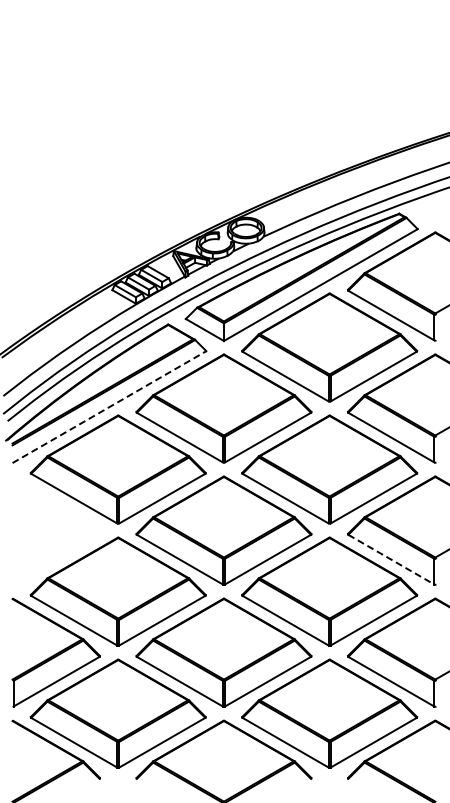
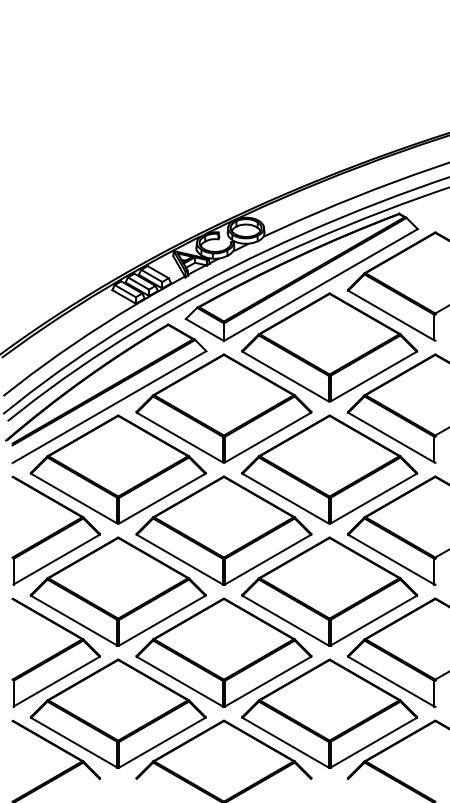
line at (109, 407): dashed -> solid
part at (55, 530): none -> present
line at (391, 559): dashed -> solid
